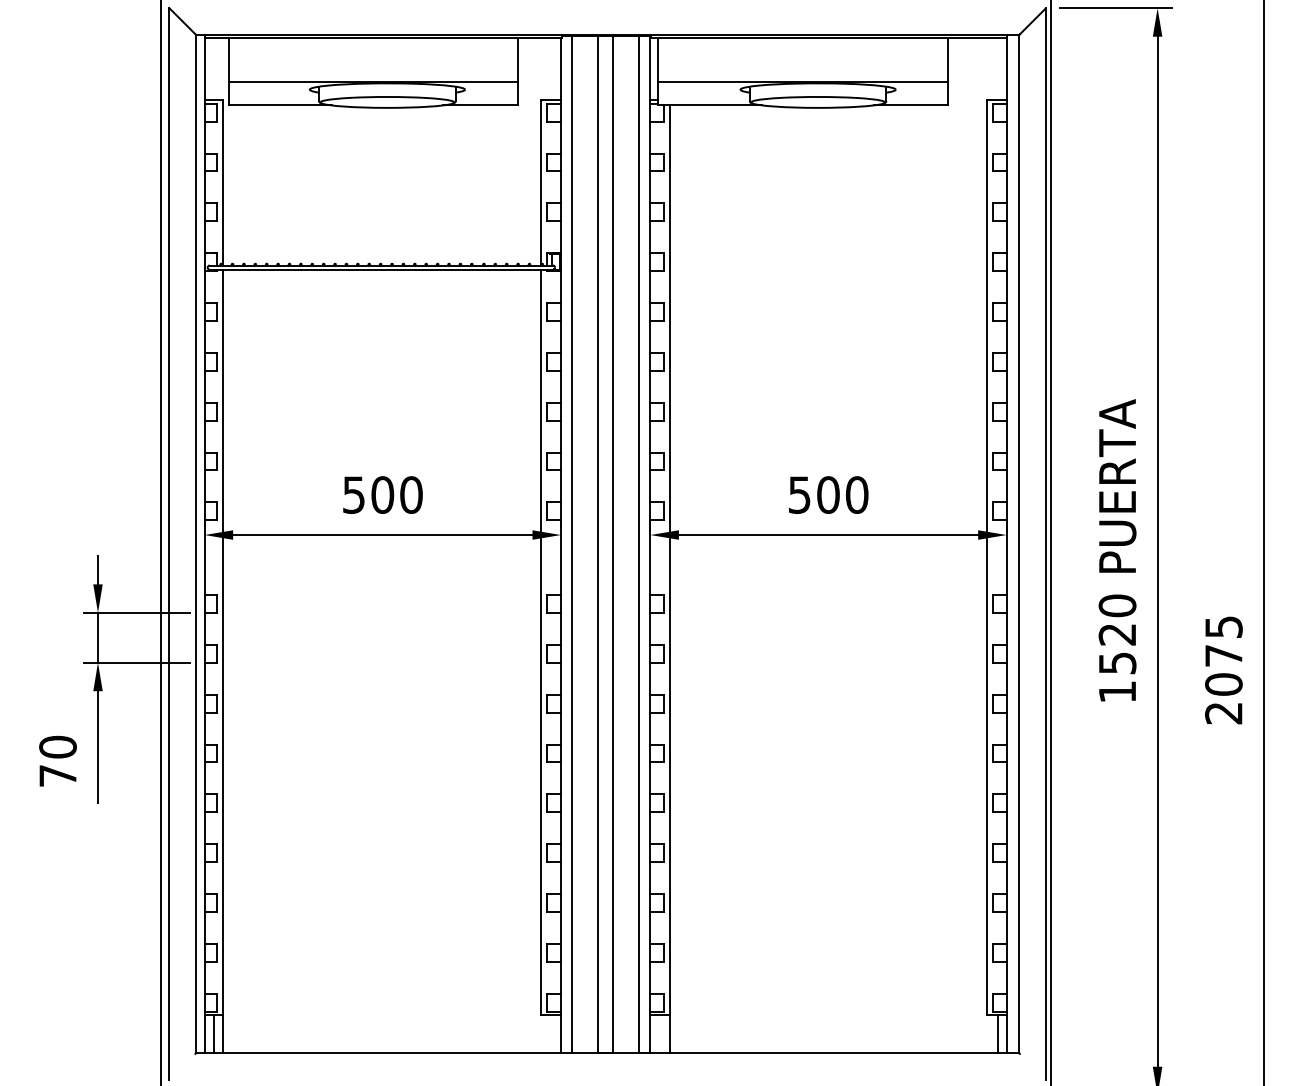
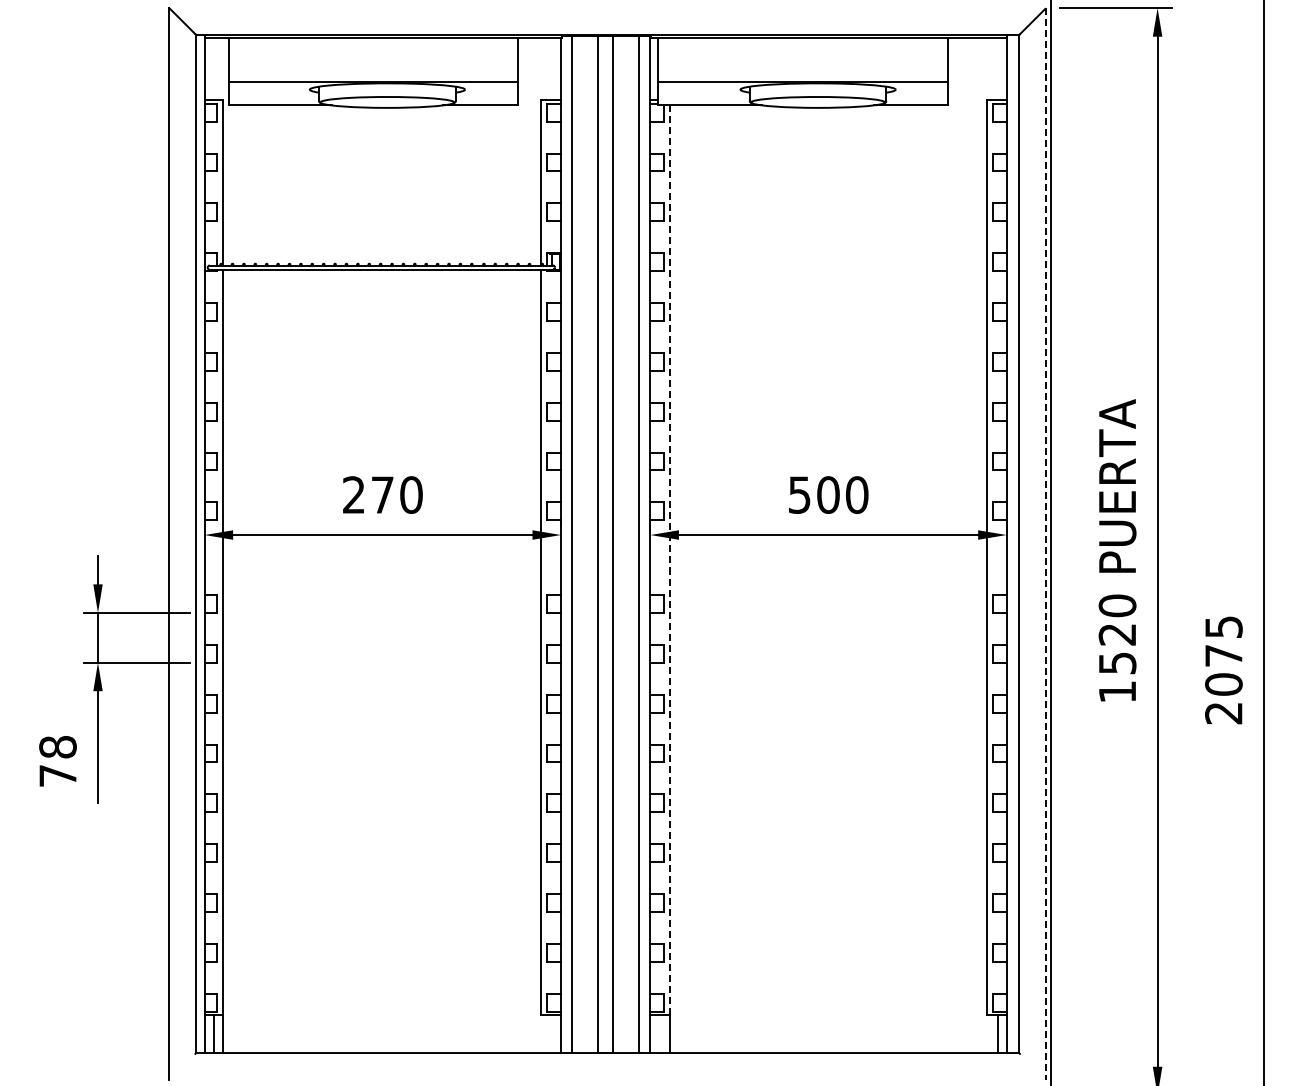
text at (368, 494): 500 -> 270
line at (161, 542): present -> none
line at (1046, 544): solid -> dashed
line at (670, 560): solid -> dashed
text at (57, 746): 70 -> 78
